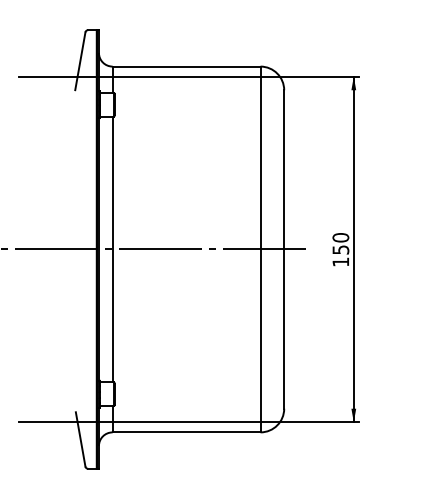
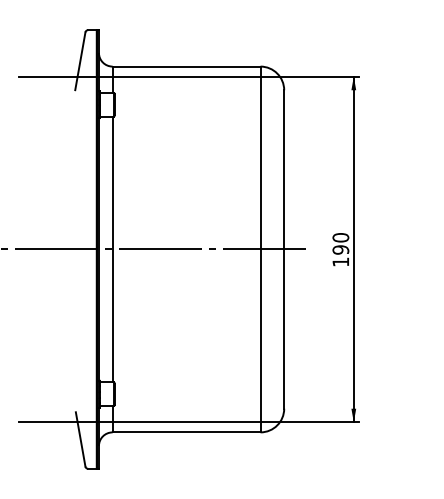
text at (340, 249): 150 -> 190
